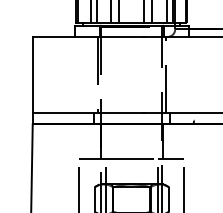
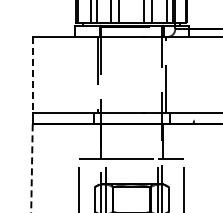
line at (32, 74): solid -> dashed
line at (31, 168): solid -> dashed
